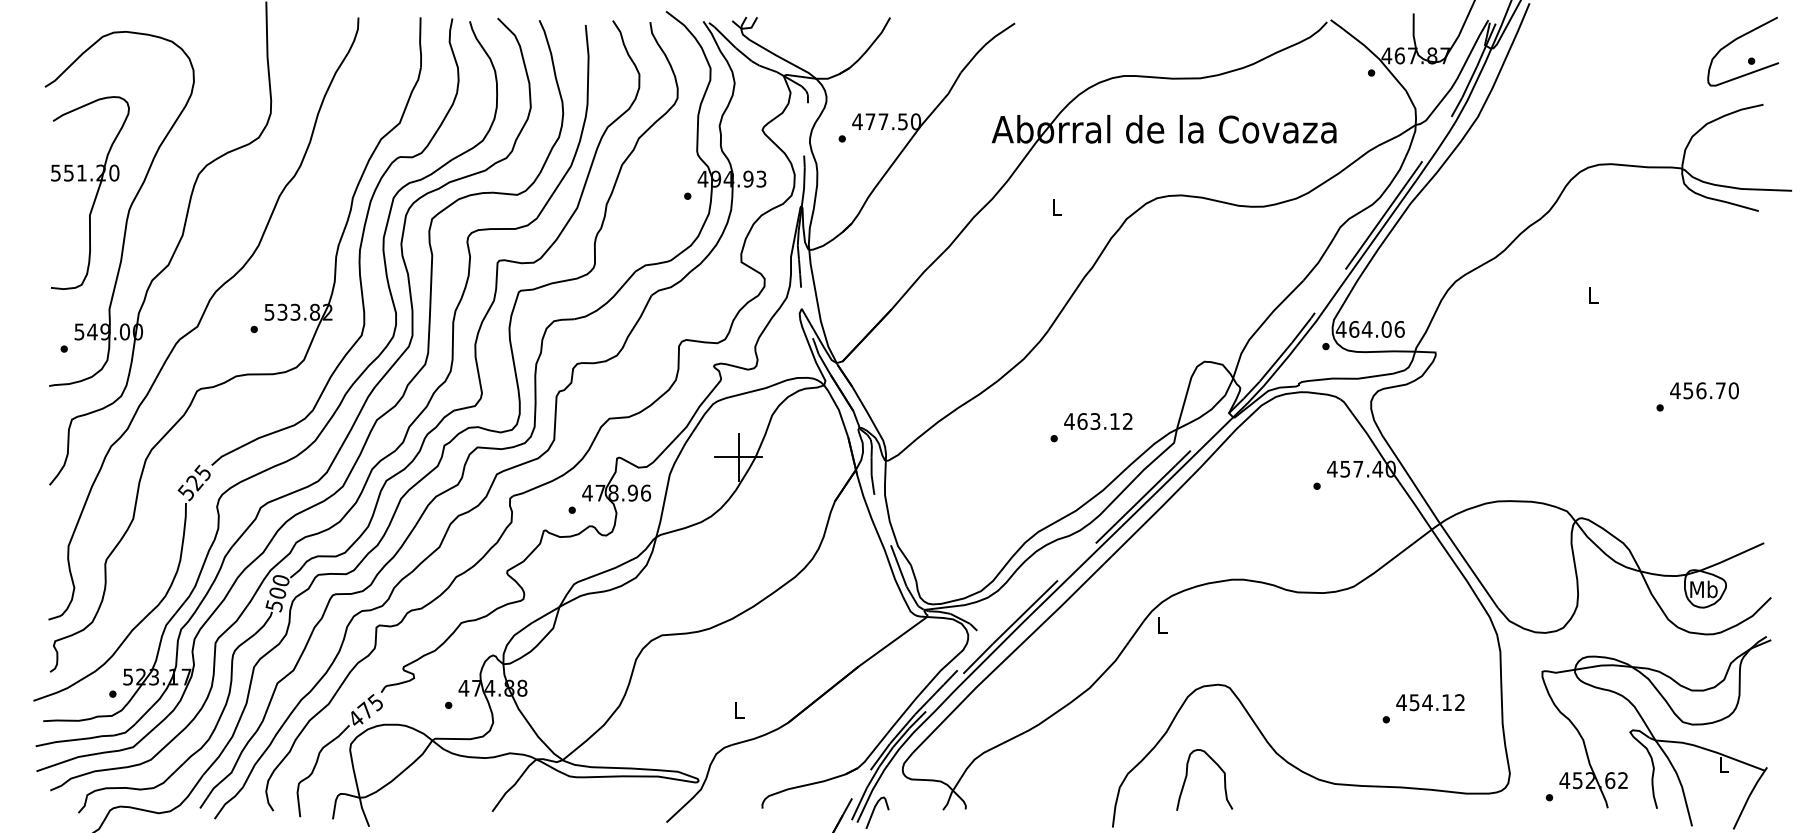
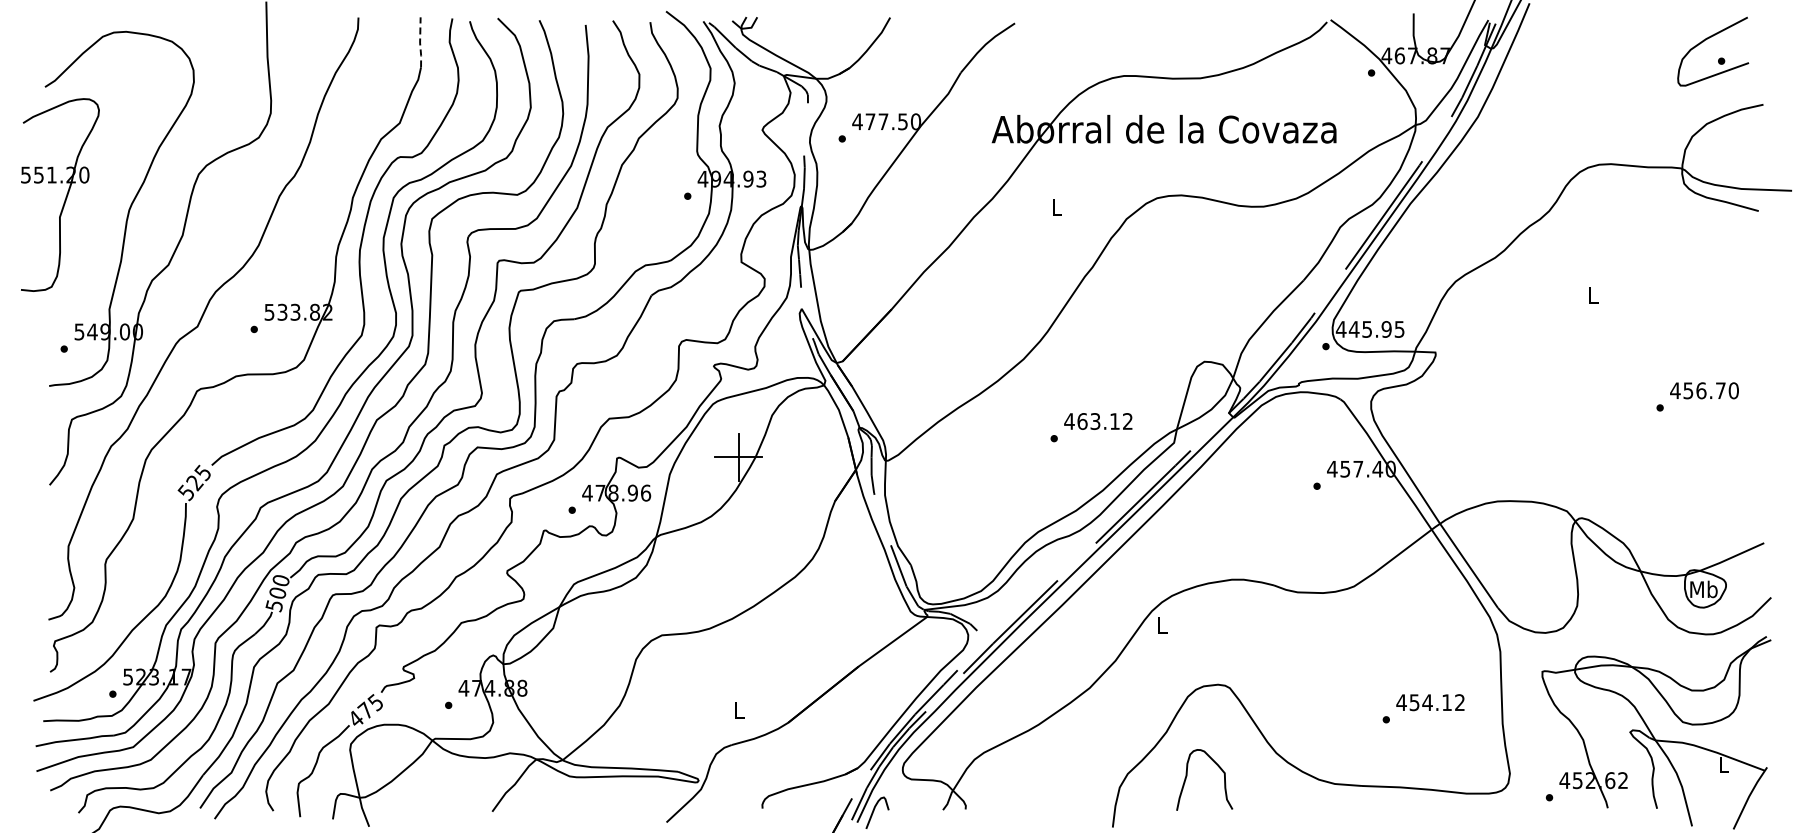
line at (420, 43): solid -> dashed
part at (1750, 57) position: (1750, 57) -> (1720, 57)
part at (90, 192) position: (90, 192) -> (60, 194)
text at (1376, 329): 464.06 -> 445.95
